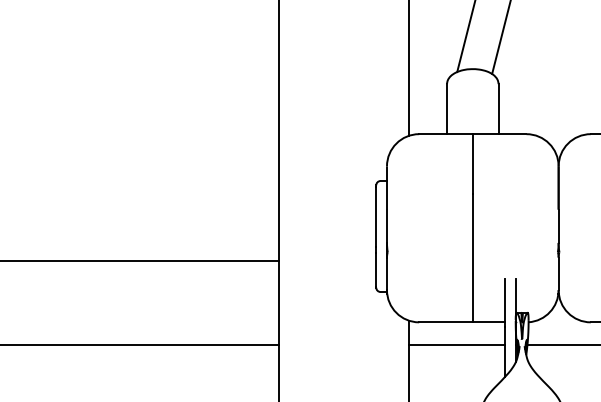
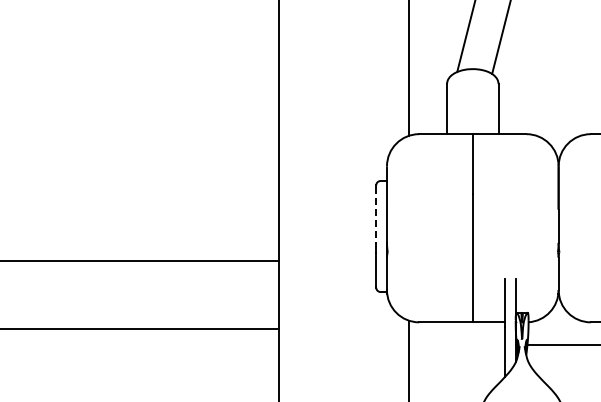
line at (376, 217): solid -> dashed
line at (140, 345) position: (140, 345) -> (140, 329)
line at (456, 345): present -> none
